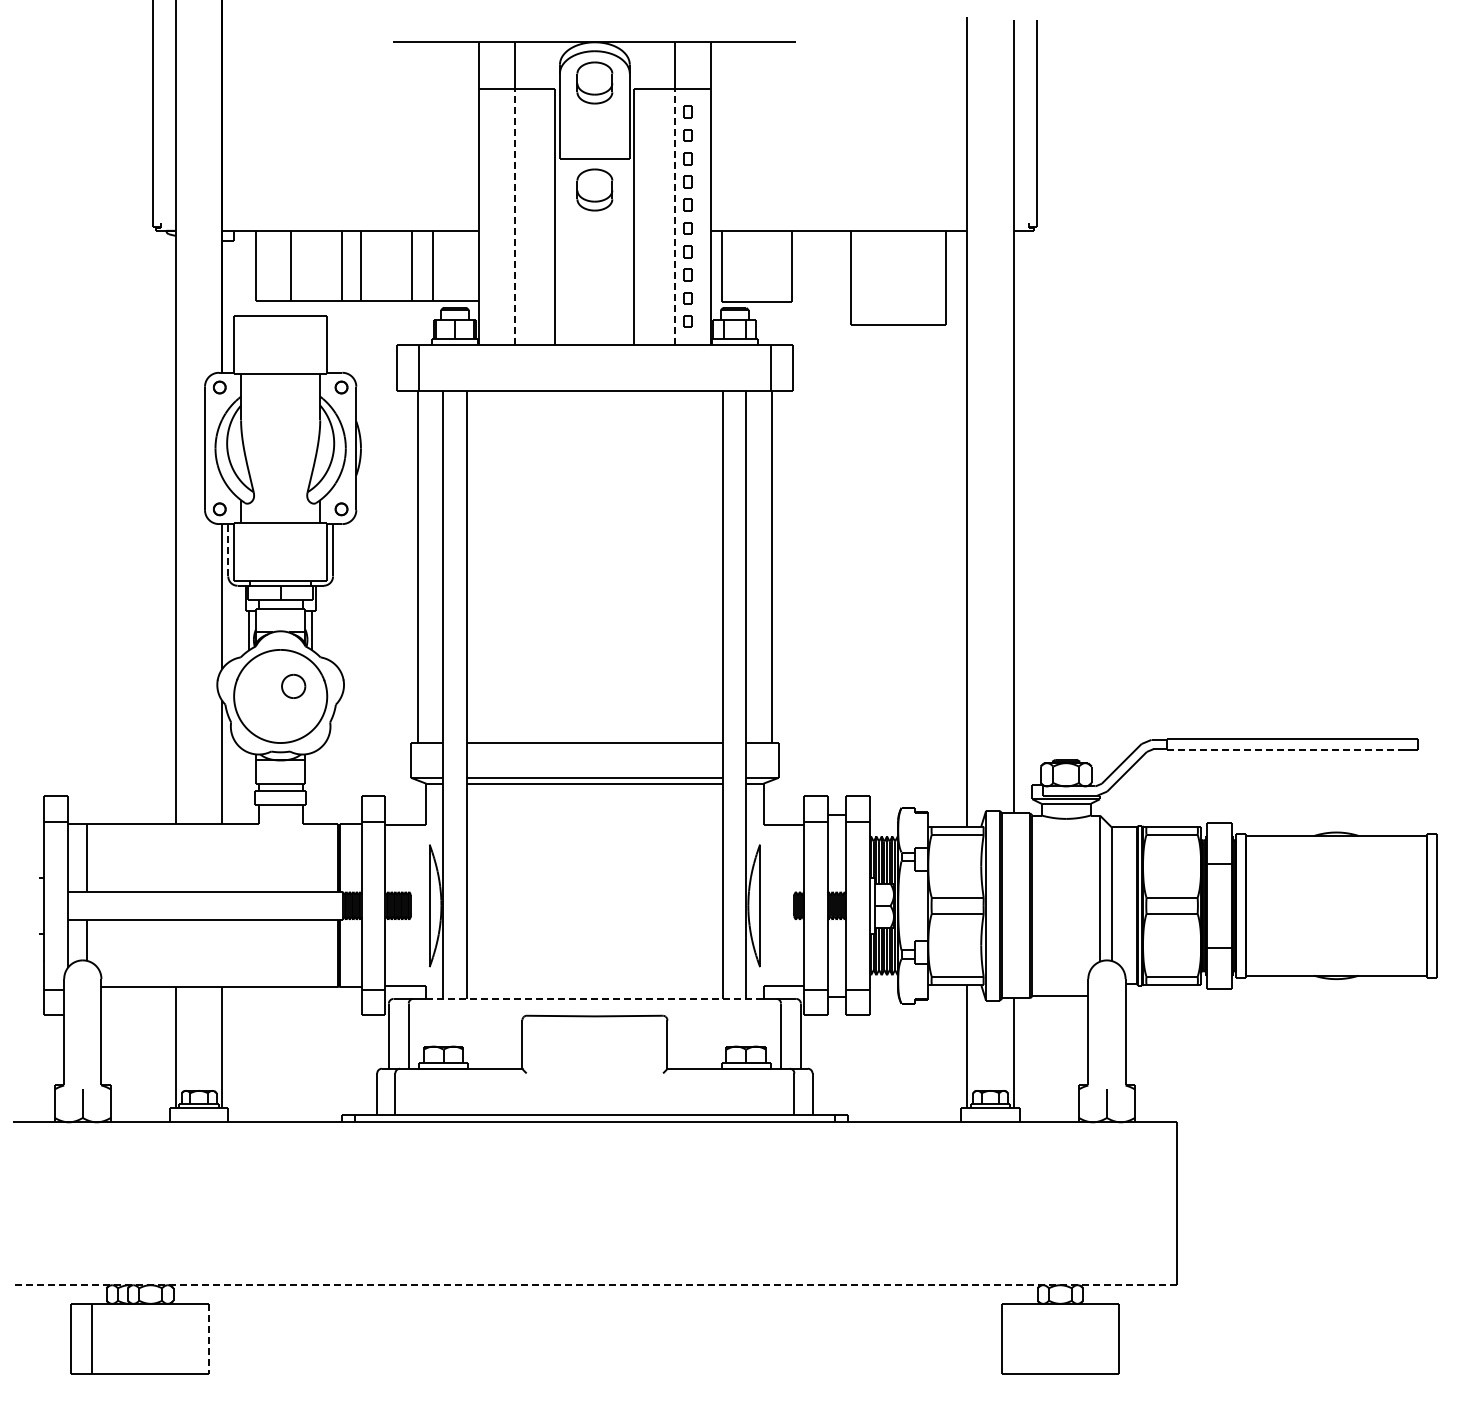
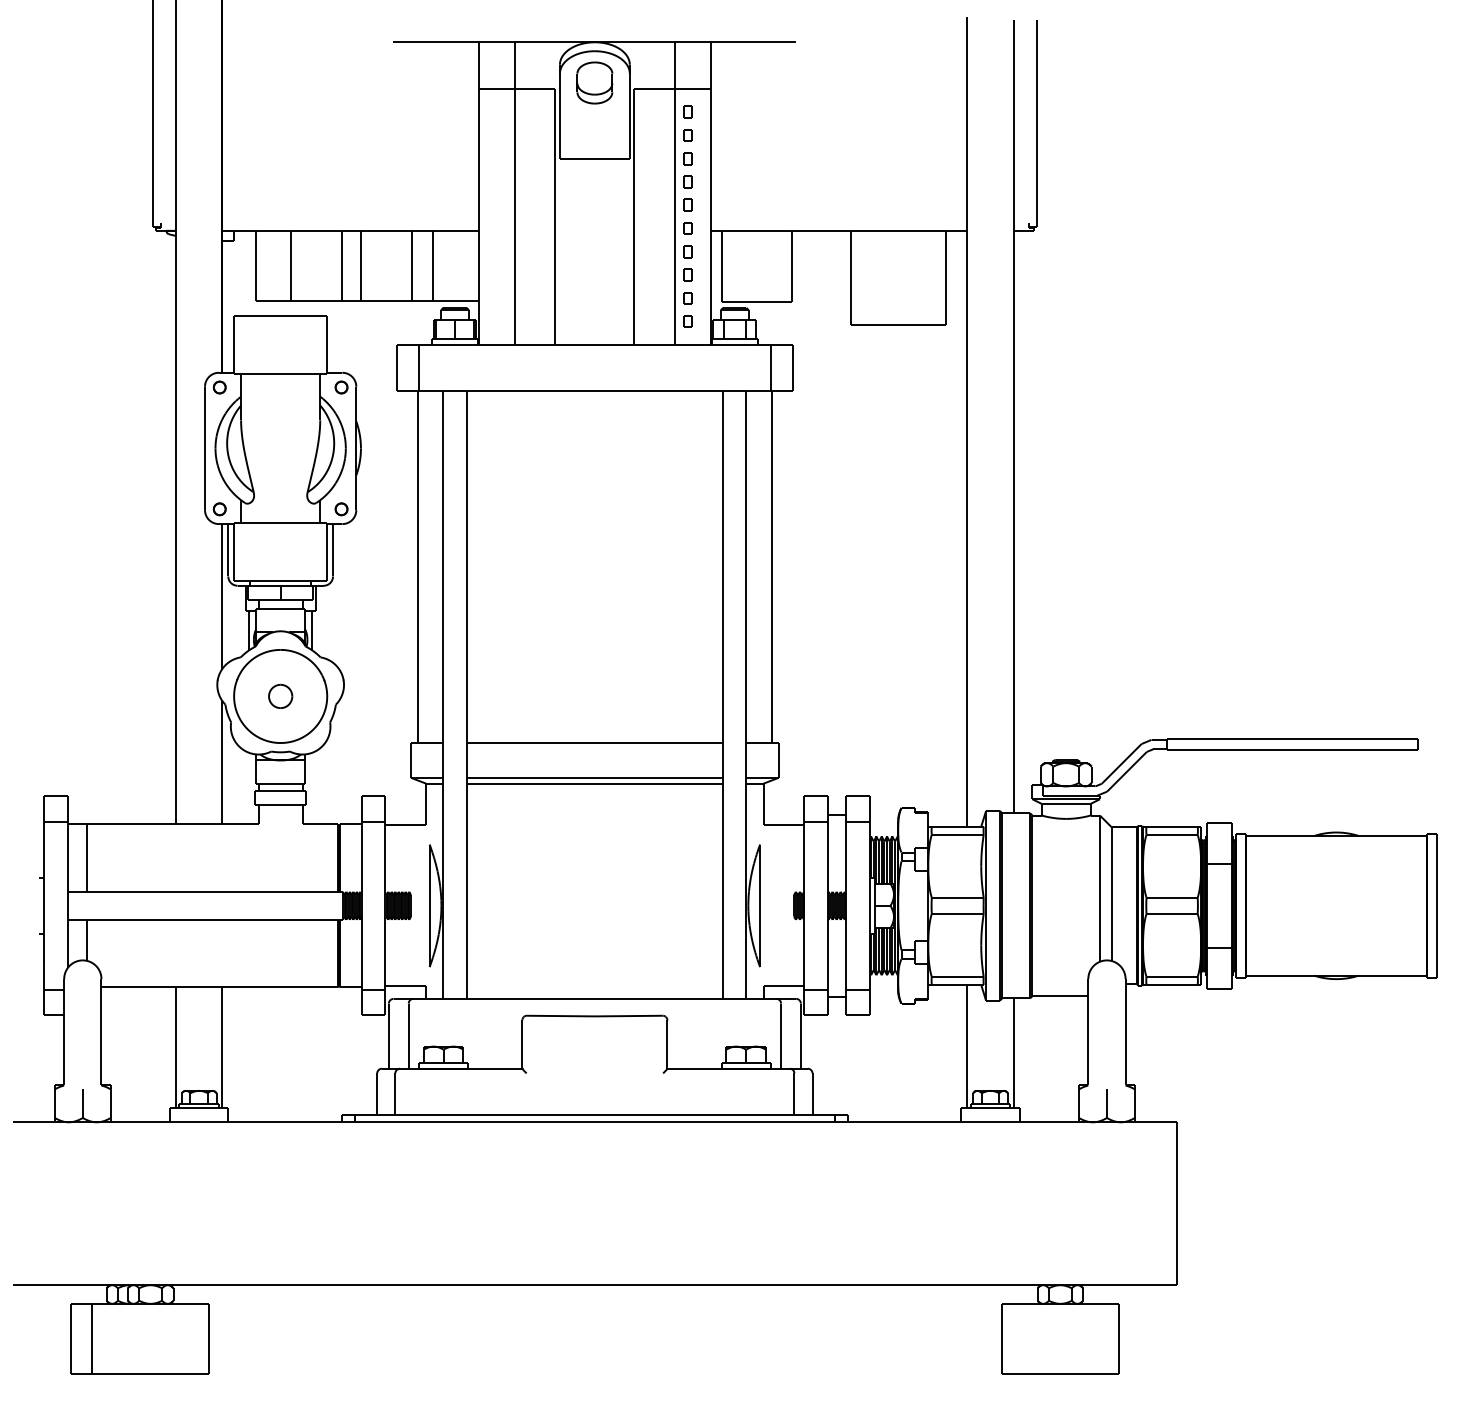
part at (594, 189): present -> none
line at (514, 216): dashed -> solid
line at (674, 216): dashed -> solid
line at (228, 549): dashed -> solid
part at (293, 685) position: (293, 685) -> (280, 695)
line at (1283, 750): dashed -> solid
line at (594, 998): dashed -> solid
line at (594, 1285): dashed -> solid
line at (208, 1338): dashed -> solid
